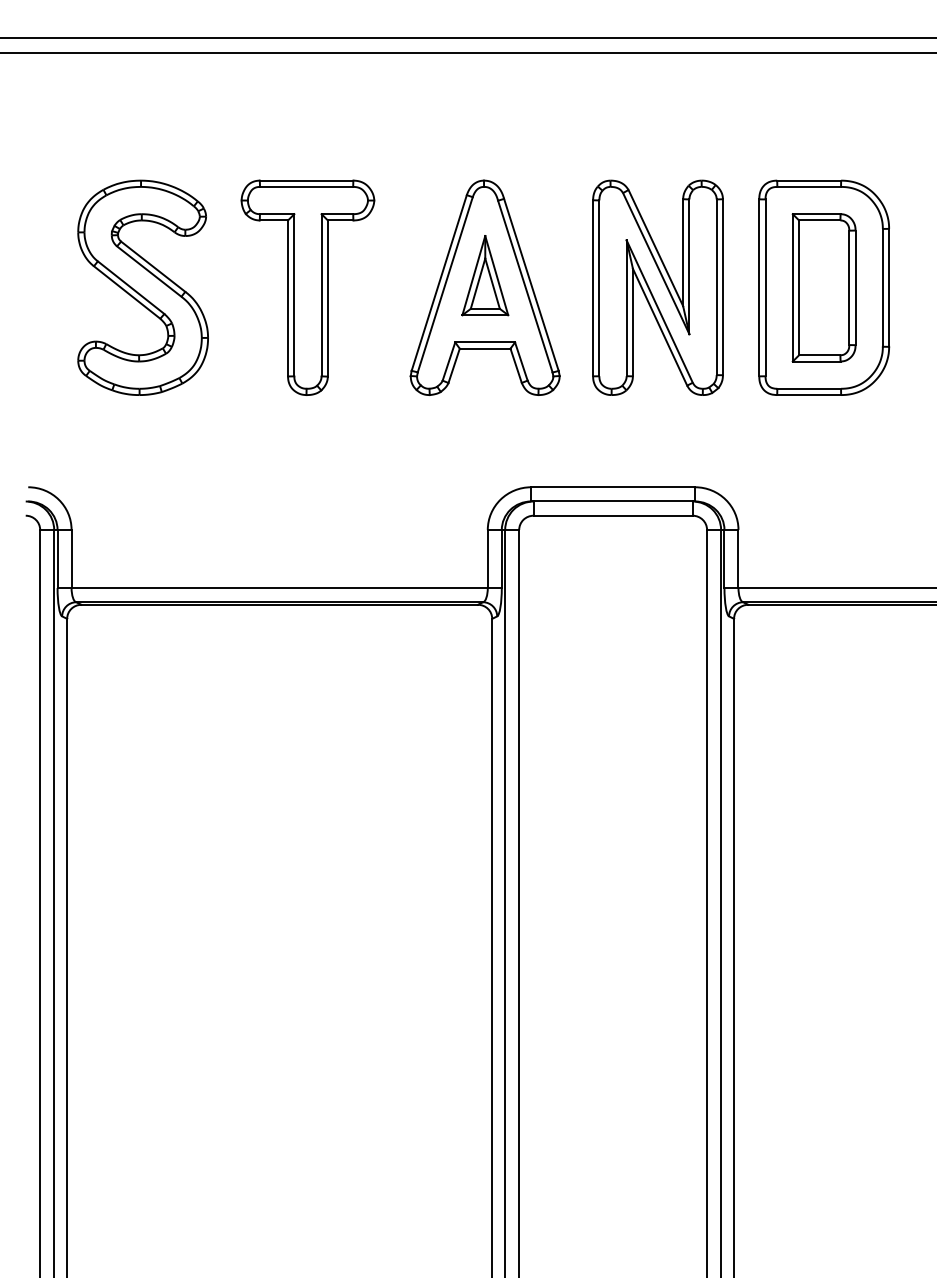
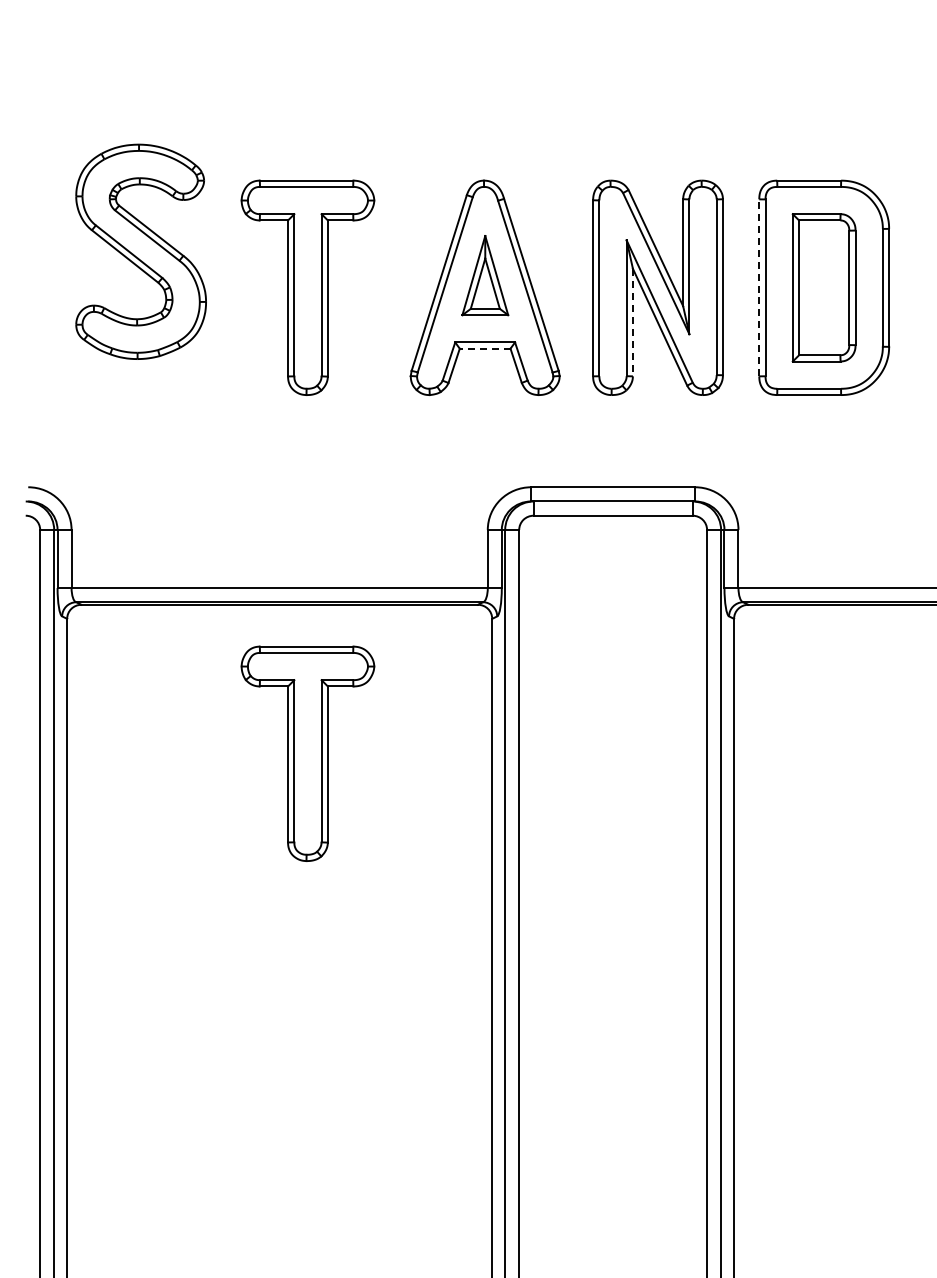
line at (467, 38): present -> none
line at (467, 52): present -> none
part at (142, 287) position: (142, 287) -> (140, 251)
line at (759, 287): solid -> dashed
line at (632, 322): solid -> dashed
line at (484, 348): solid -> dashed
part at (307, 753): none -> present
